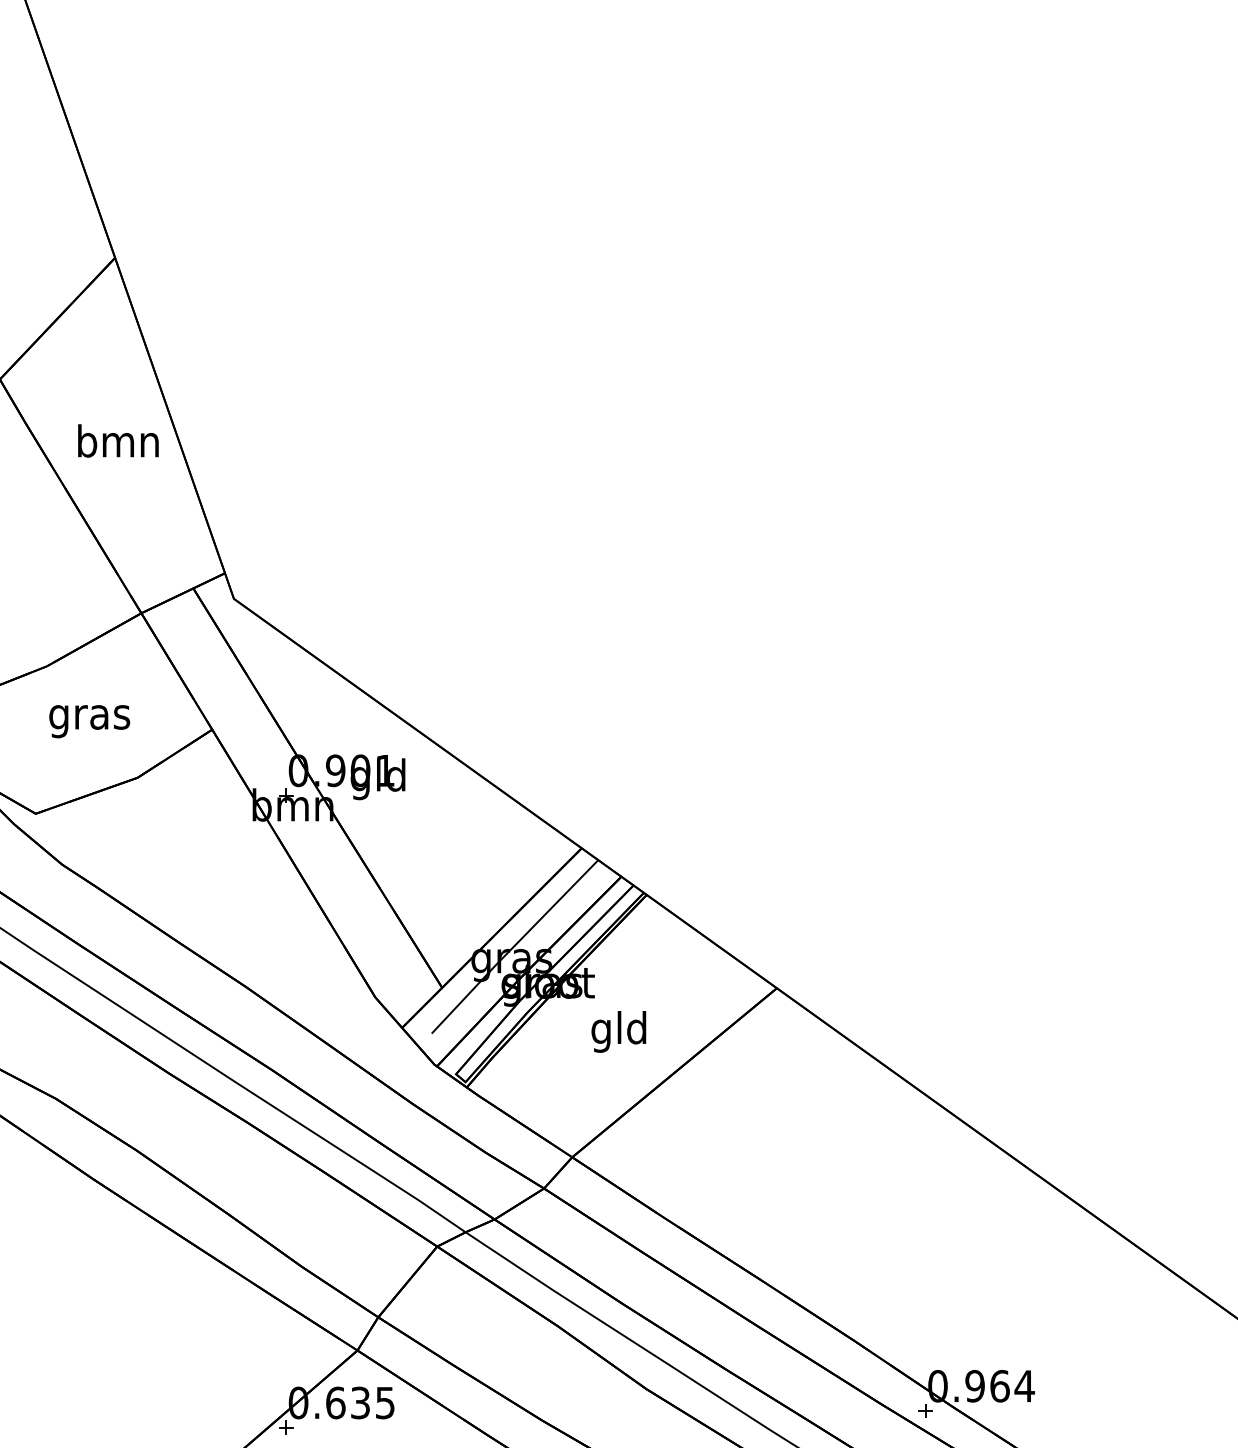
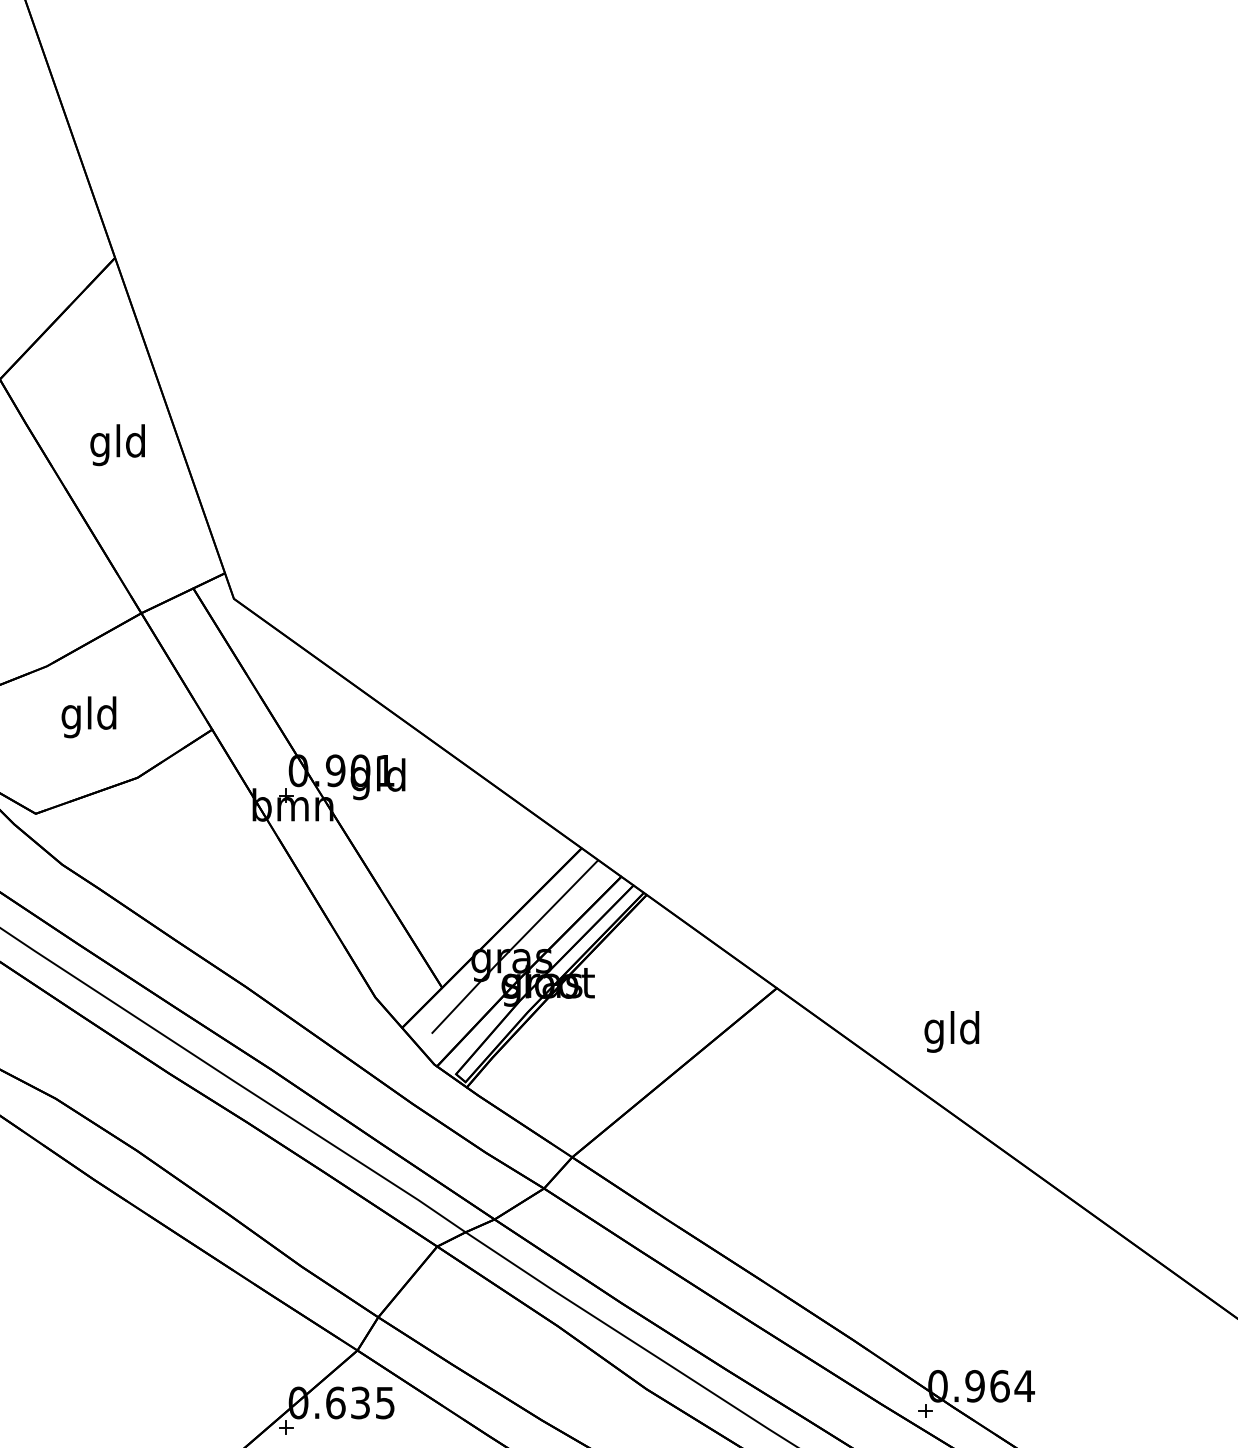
text at (118, 445): bmn -> gld
text at (89, 717): gras -> gld
text at (618, 1031) position: (618, 1031) -> (951, 1031)
